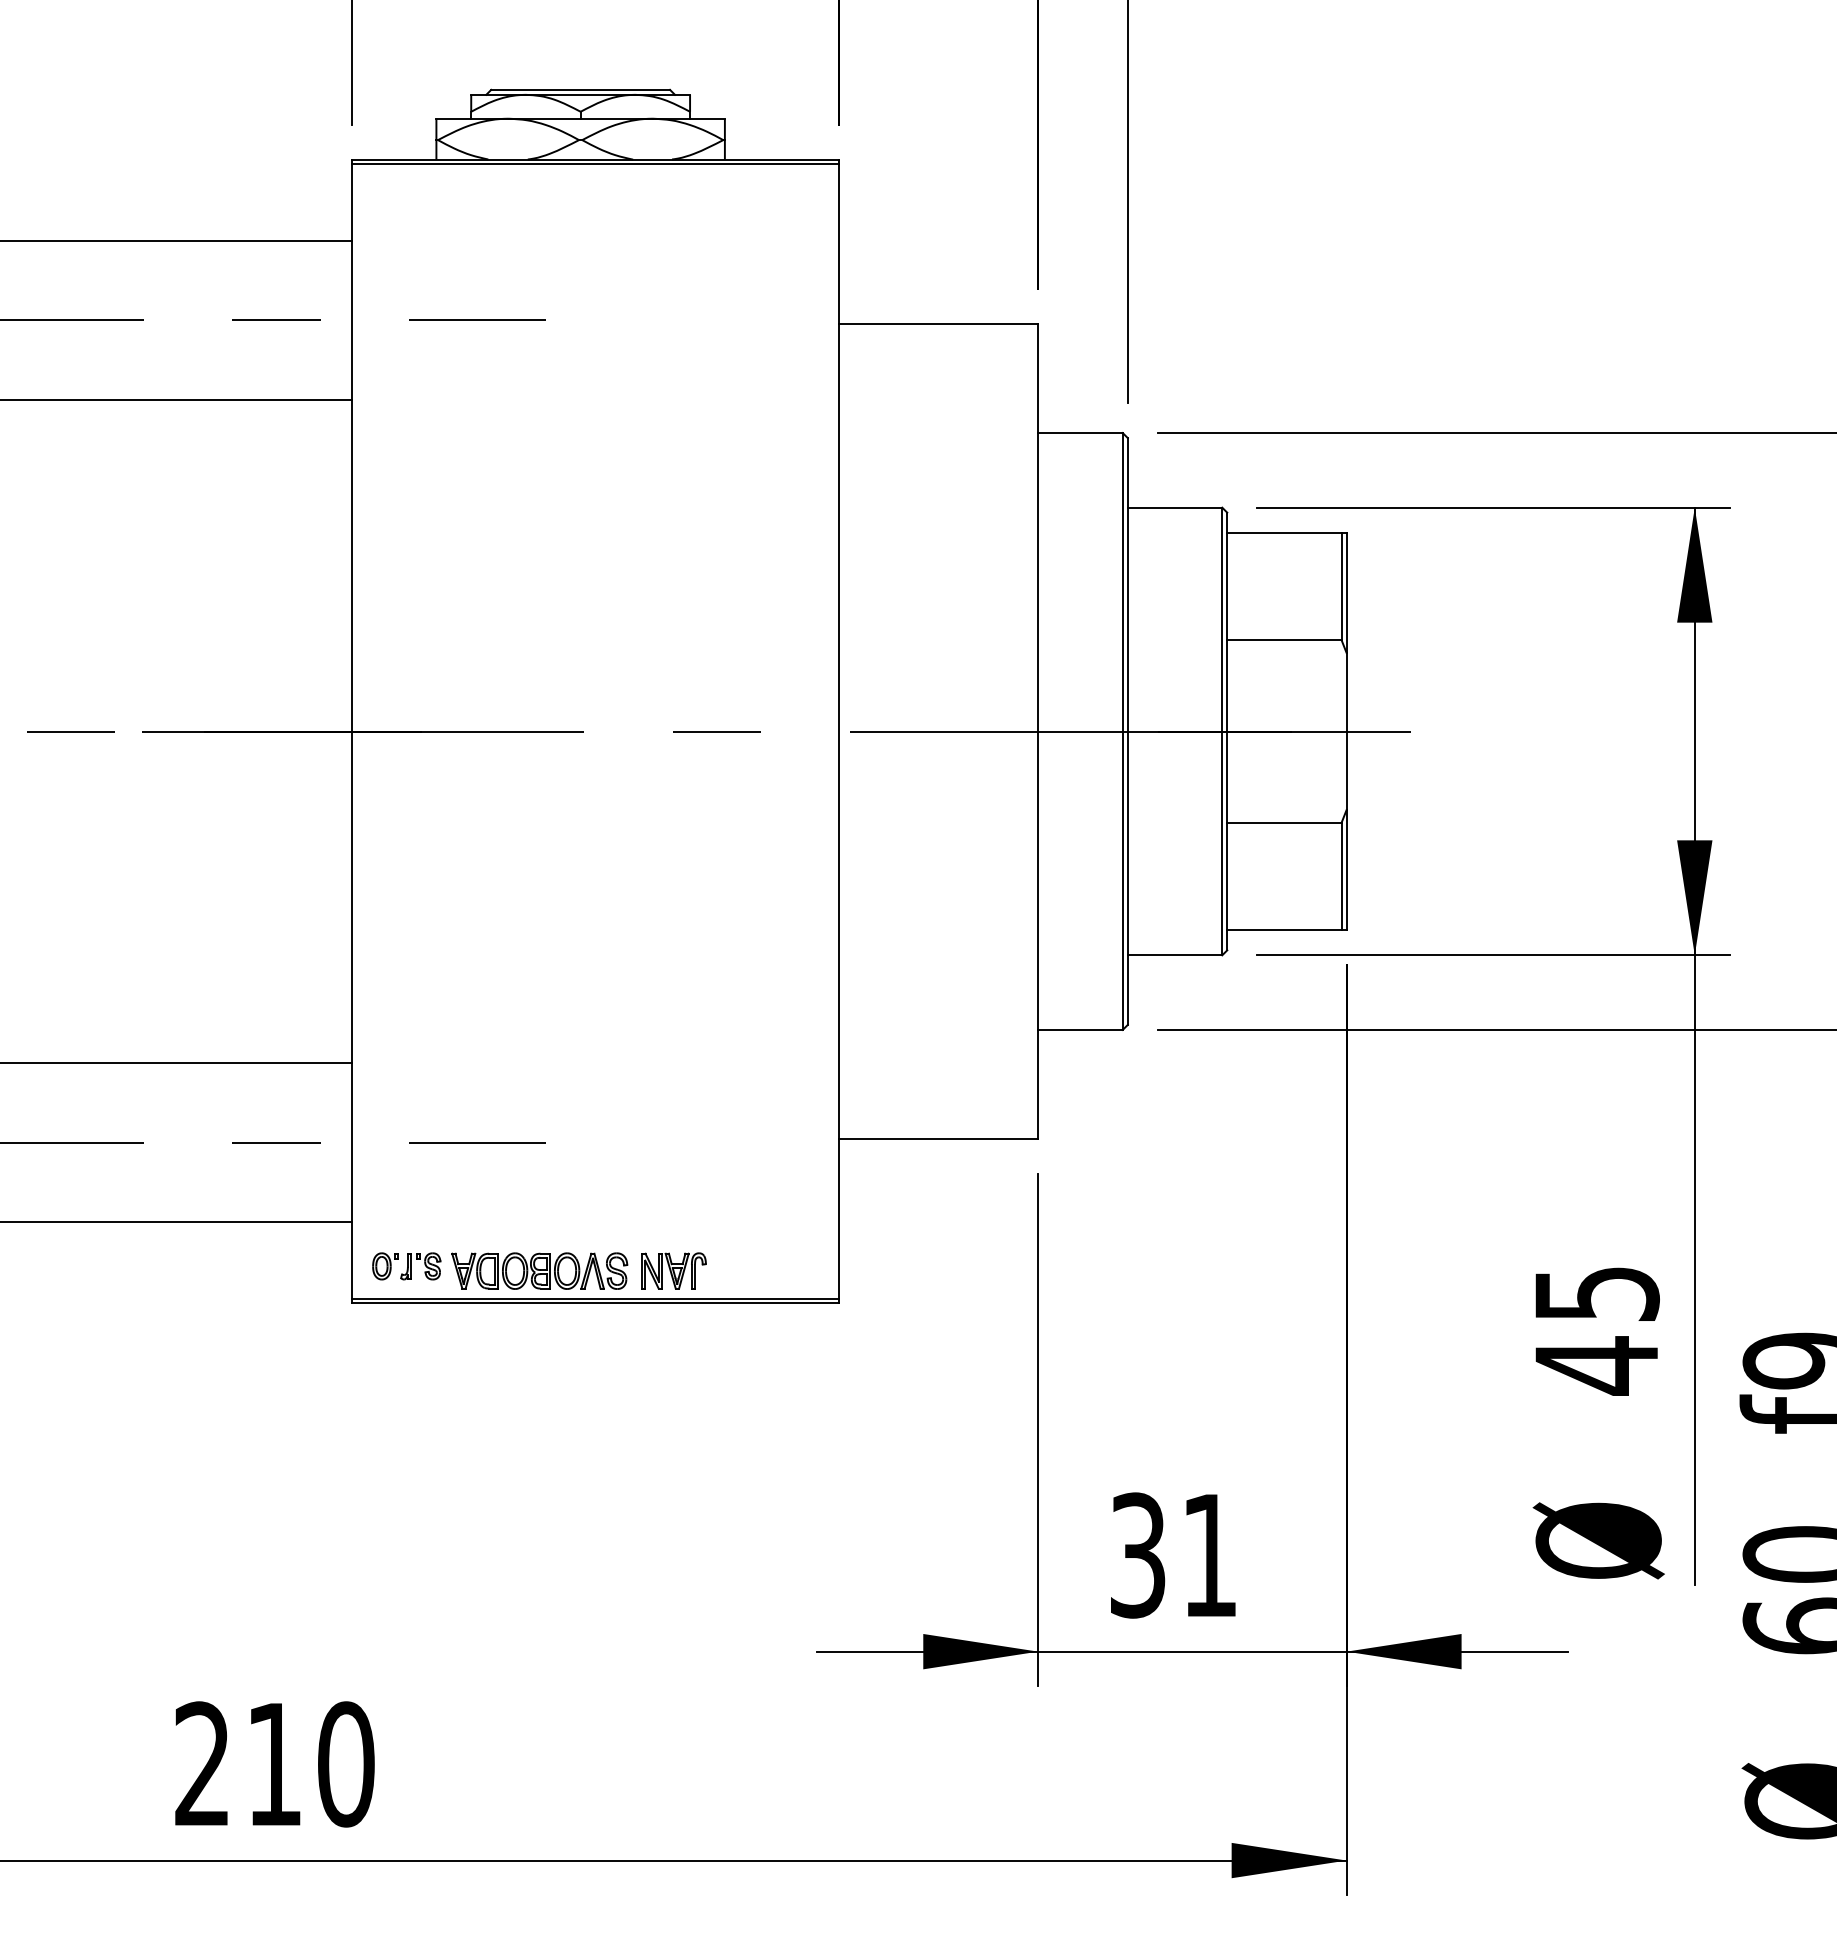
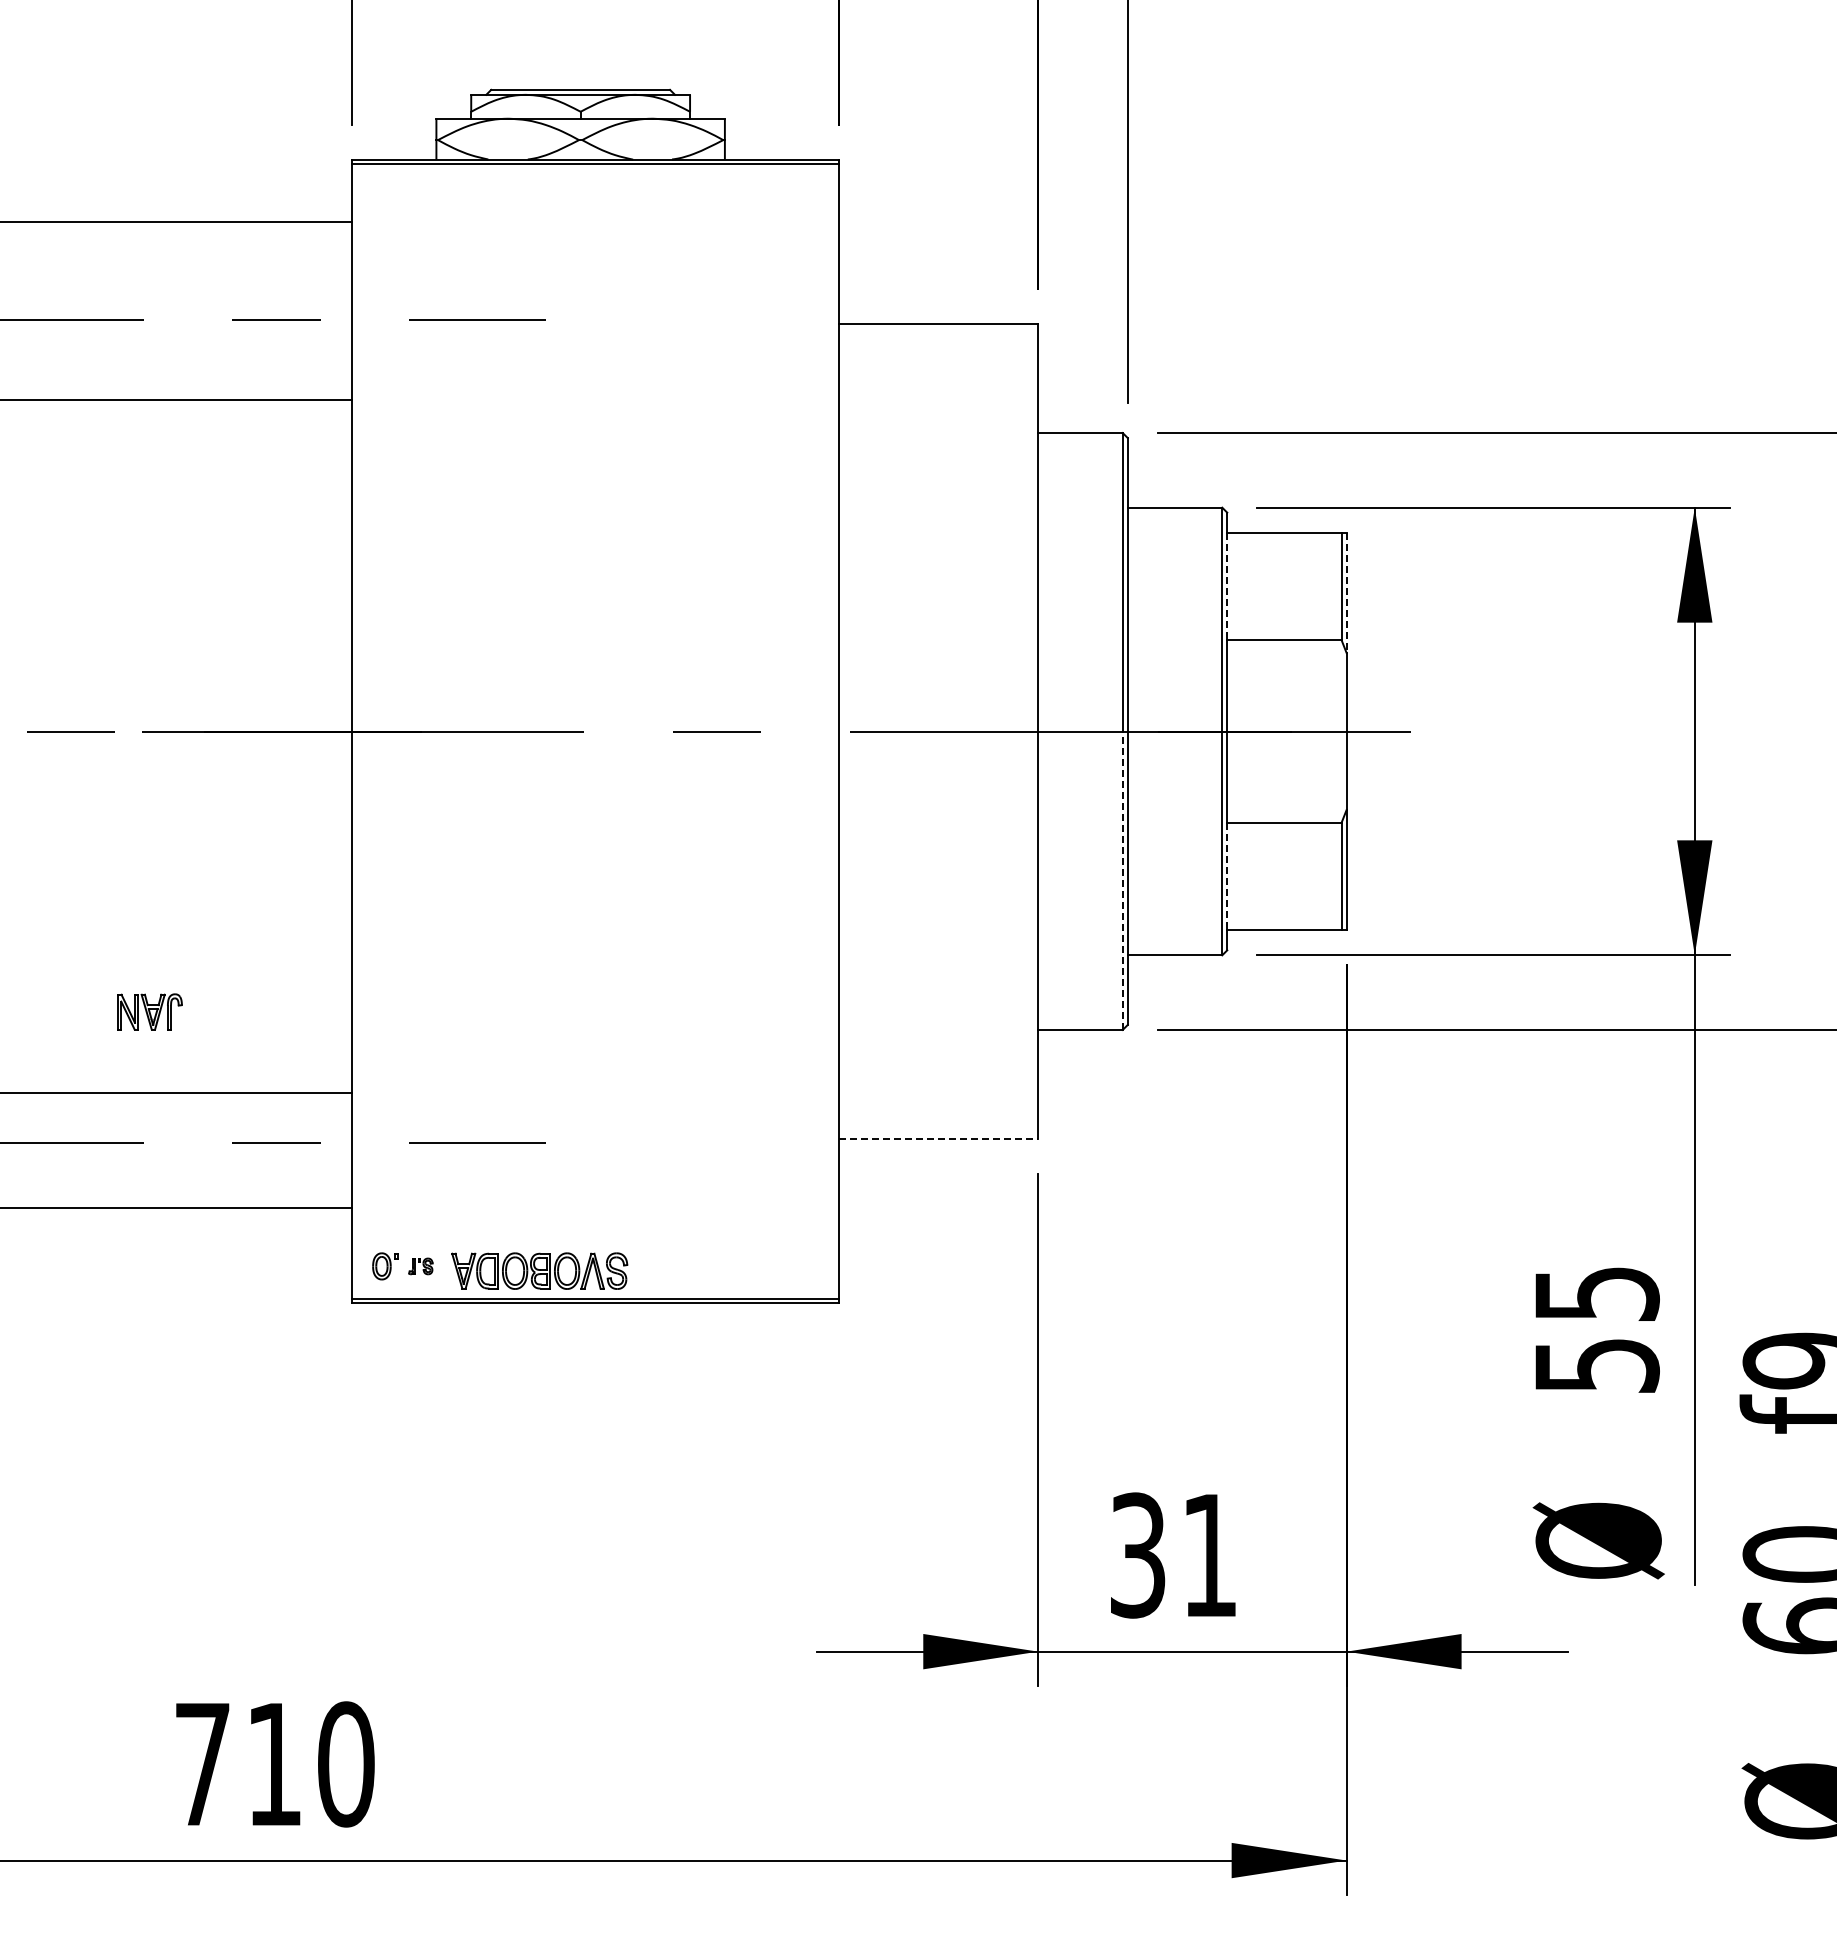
line at (176, 240) position: (176, 240) -> (176, 221)
line at (1227, 586): solid -> dashed
line at (1346, 593): solid -> dashed
line at (1227, 876): solid -> dashed
line at (1122, 880): solid -> dashed
line at (176, 1063) position: (176, 1063) -> (176, 1093)
line at (939, 1139): solid -> dashed
line at (176, 1222) position: (176, 1222) -> (176, 1208)
part at (420, 1266) size: 42x29 px -> 26x19 px
part at (673, 1270) position: (673, 1270) -> (149, 1011)
text at (1597, 1365): 45 -> 55
text at (202, 1763): 210 -> 710
